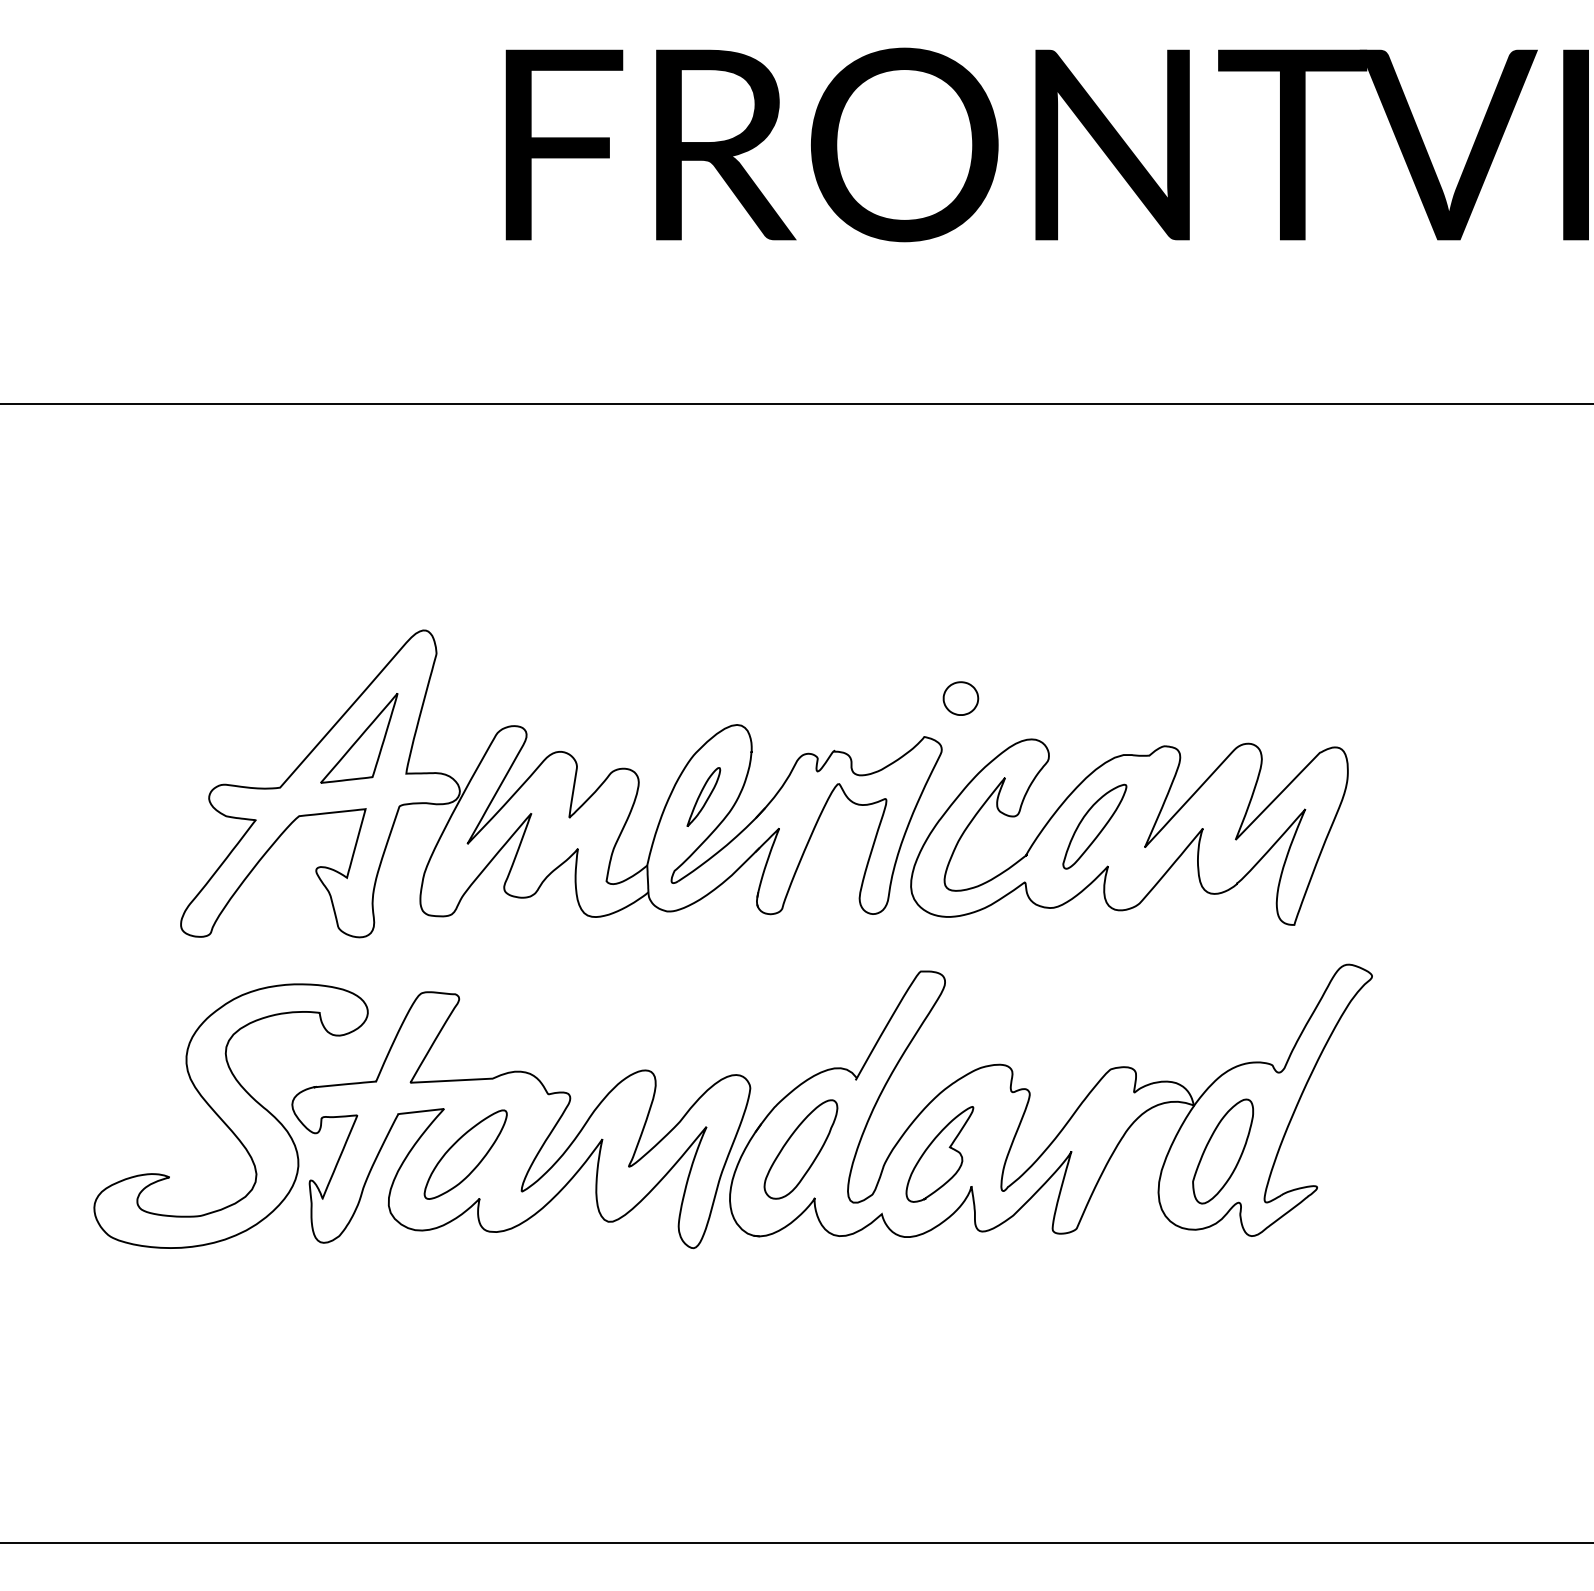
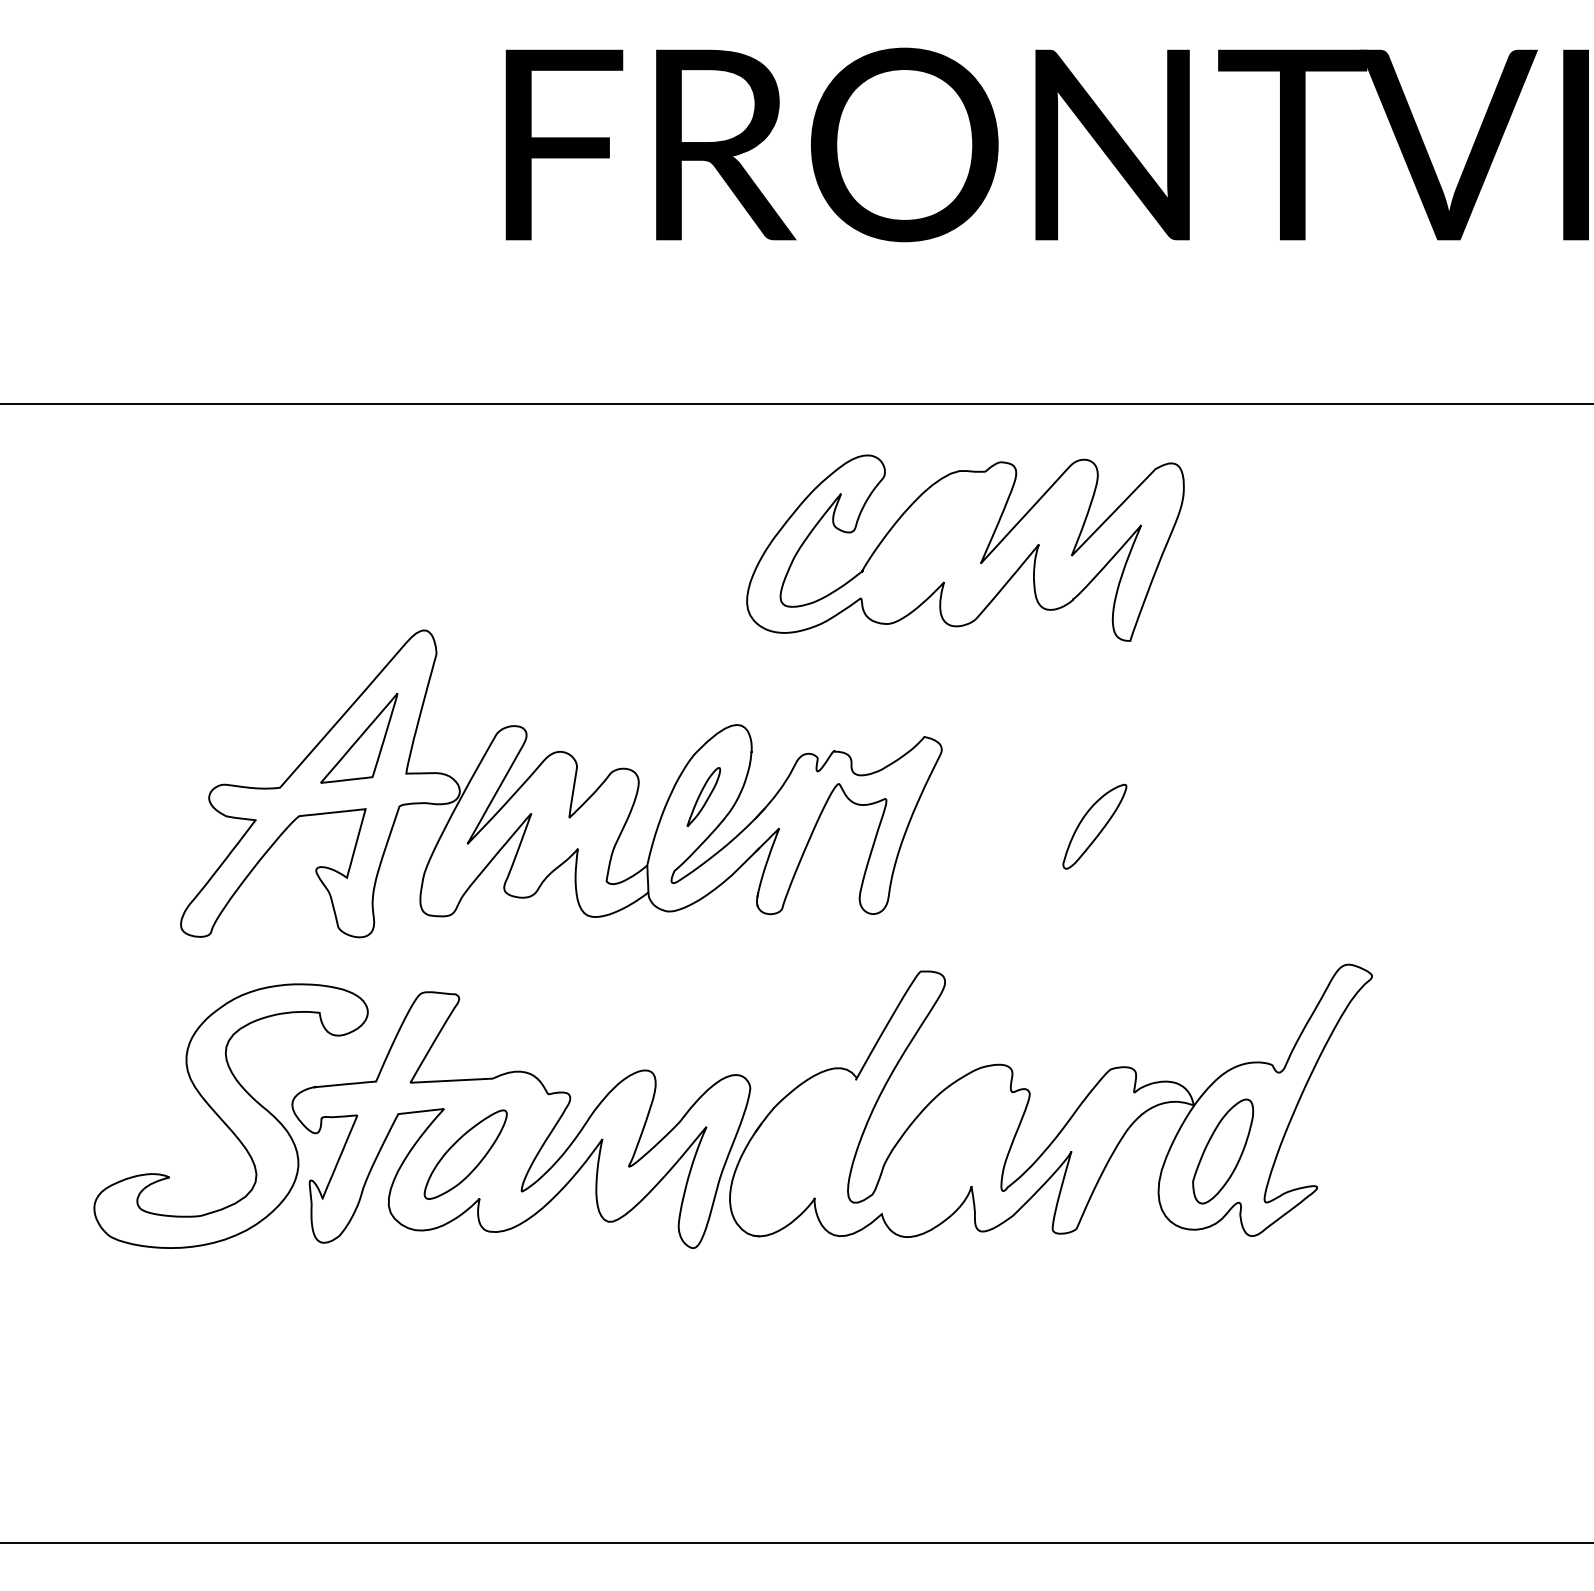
part at (960, 698): present -> none
part at (1129, 831) position: (1129, 831) -> (965, 547)
part at (800, 1149): present -> none
part at (939, 1154): present -> none
